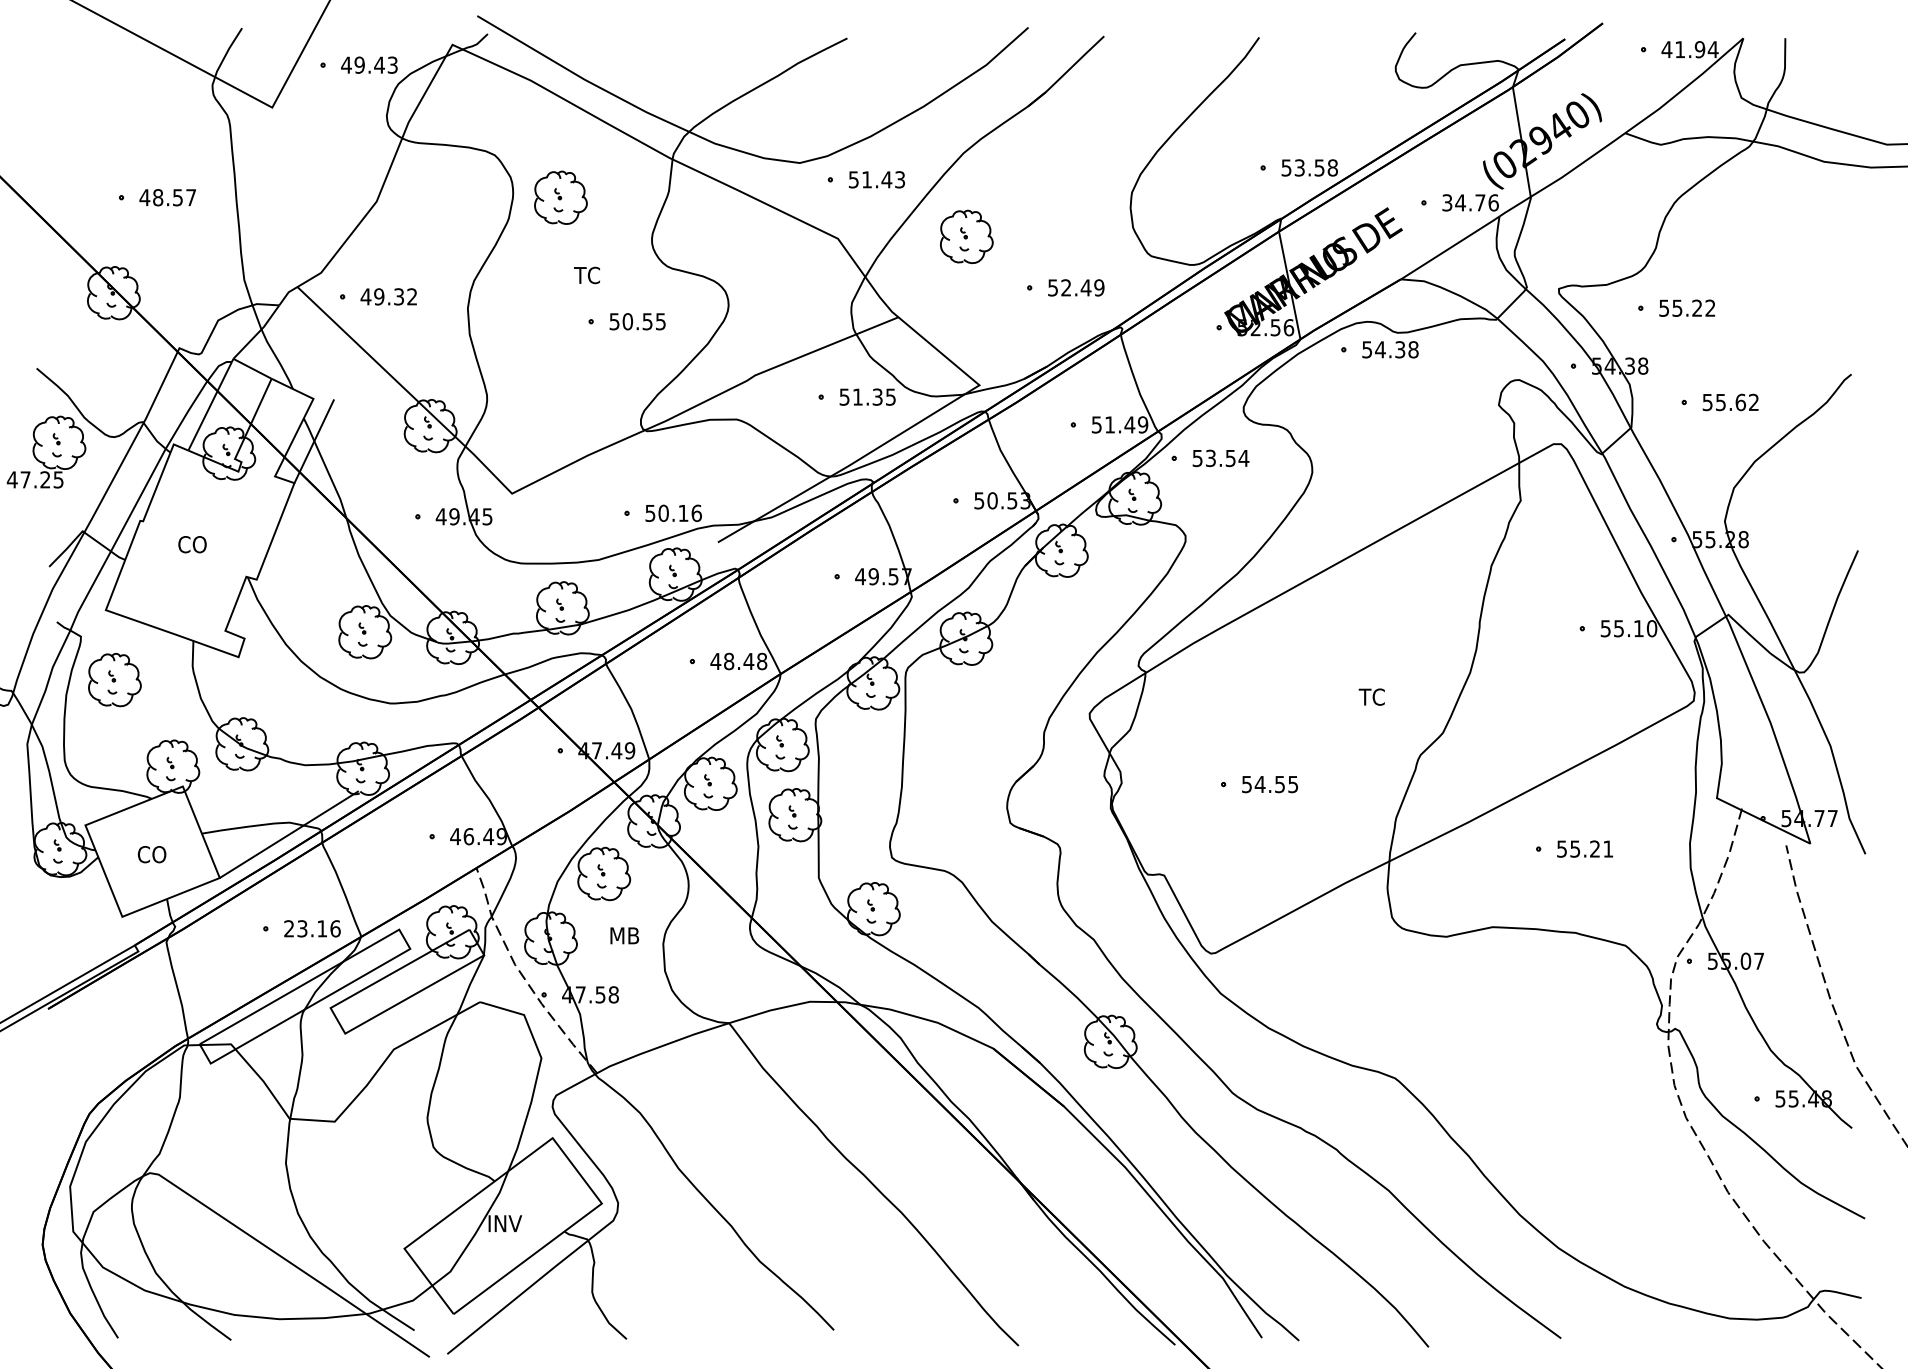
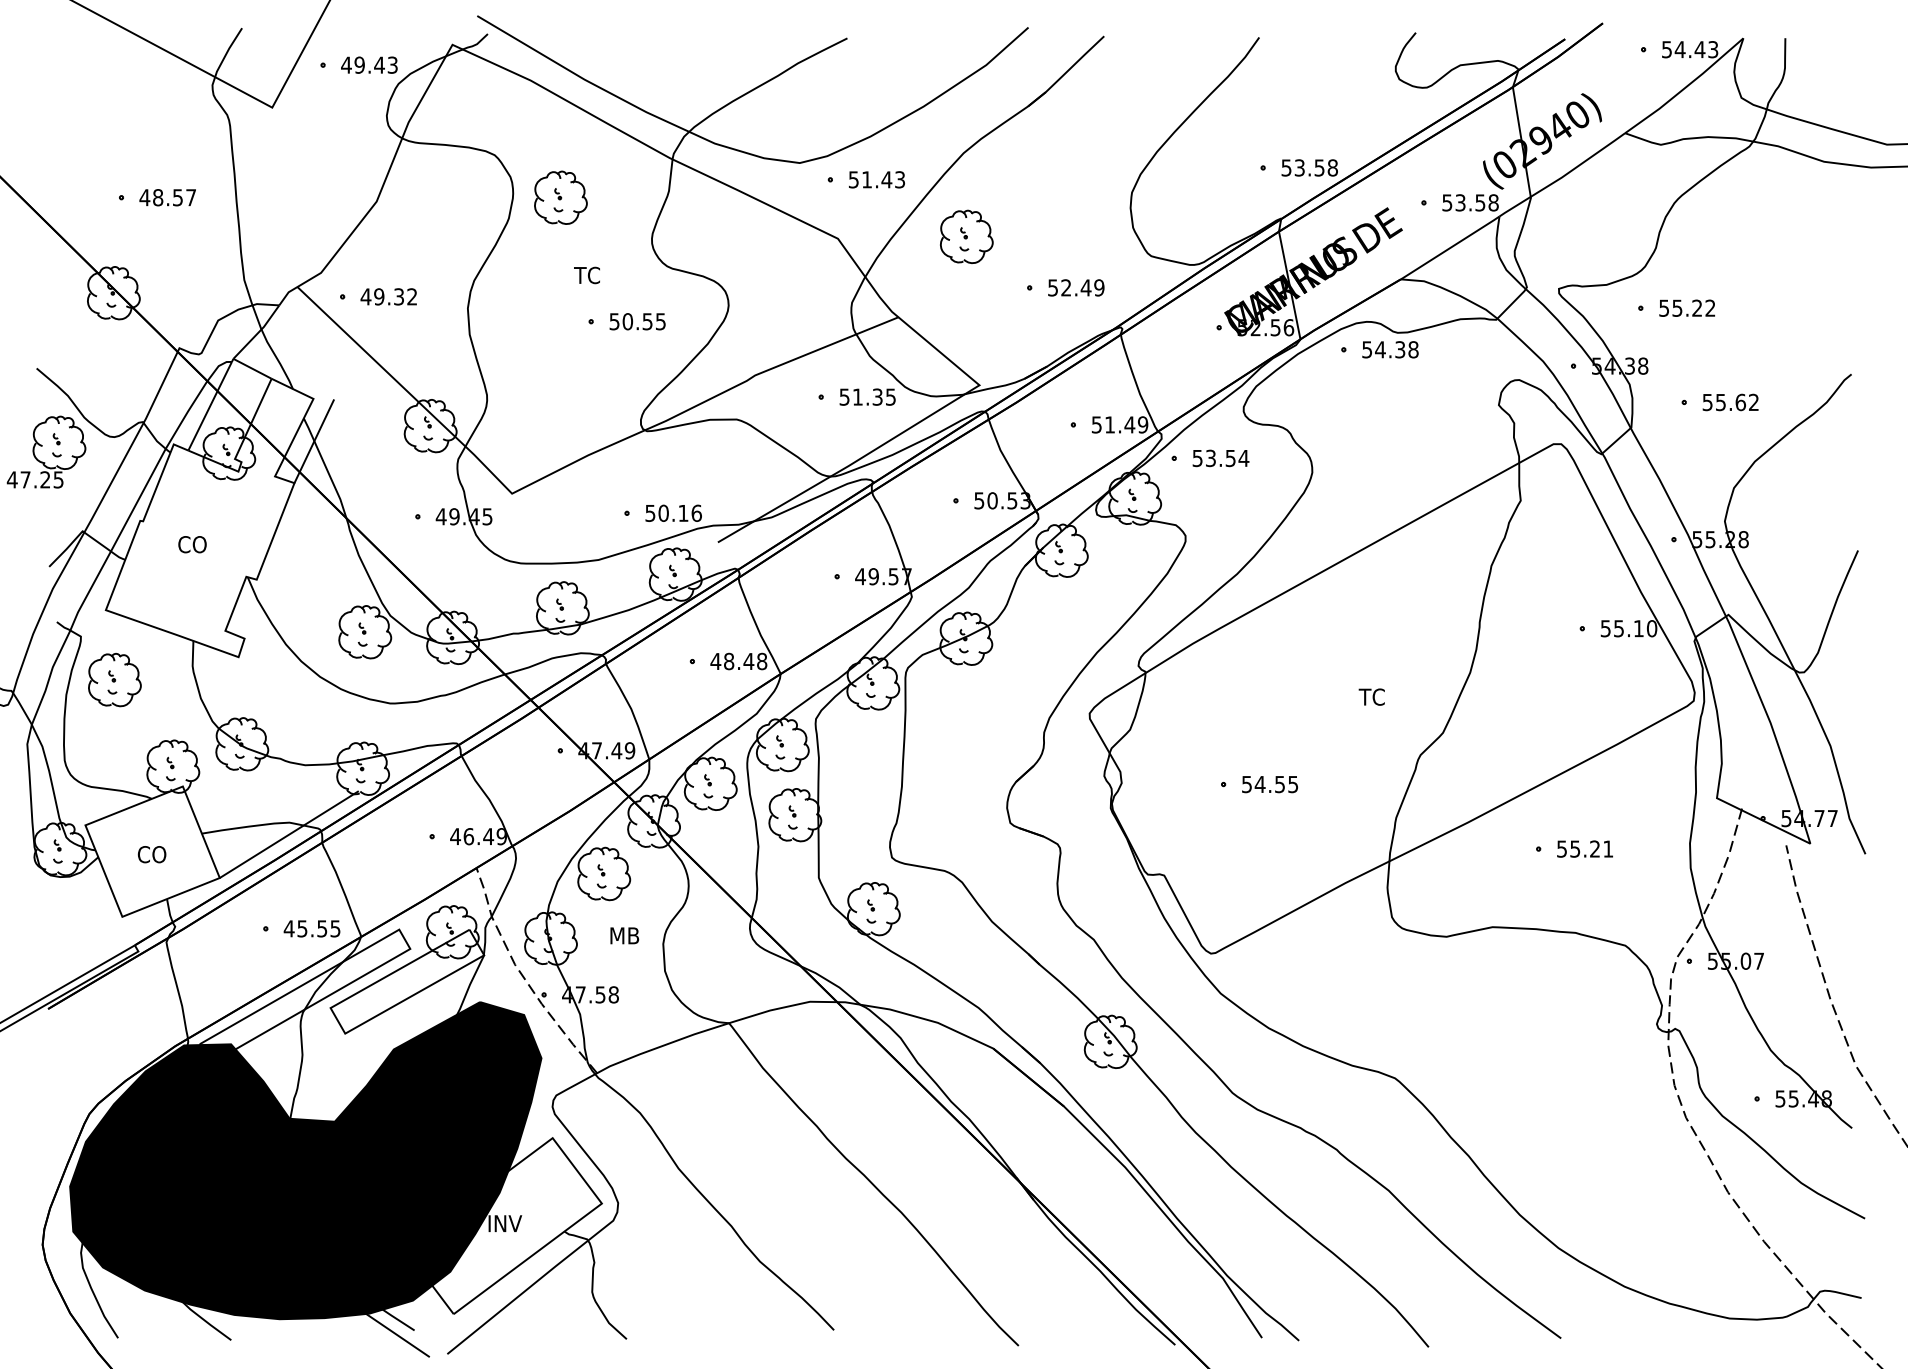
text at (1689, 49): 41.94 -> 54.43
text at (1470, 202): 34.76 -> 53.58
text at (311, 928): 23.16 -> 45.55
fill at (305, 1160): none -> present
